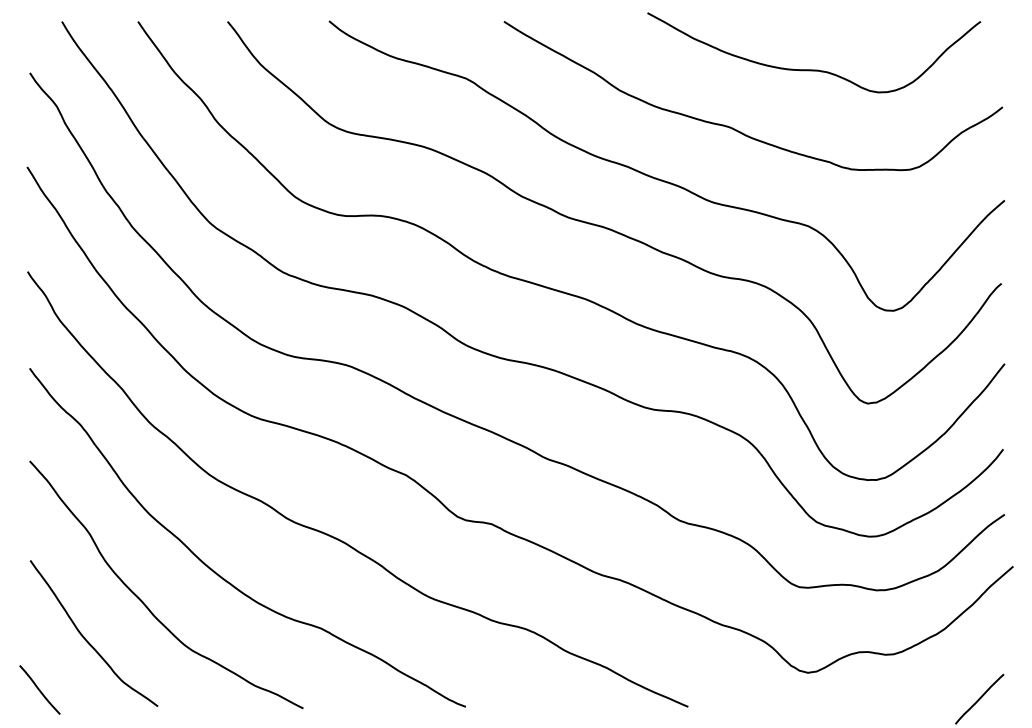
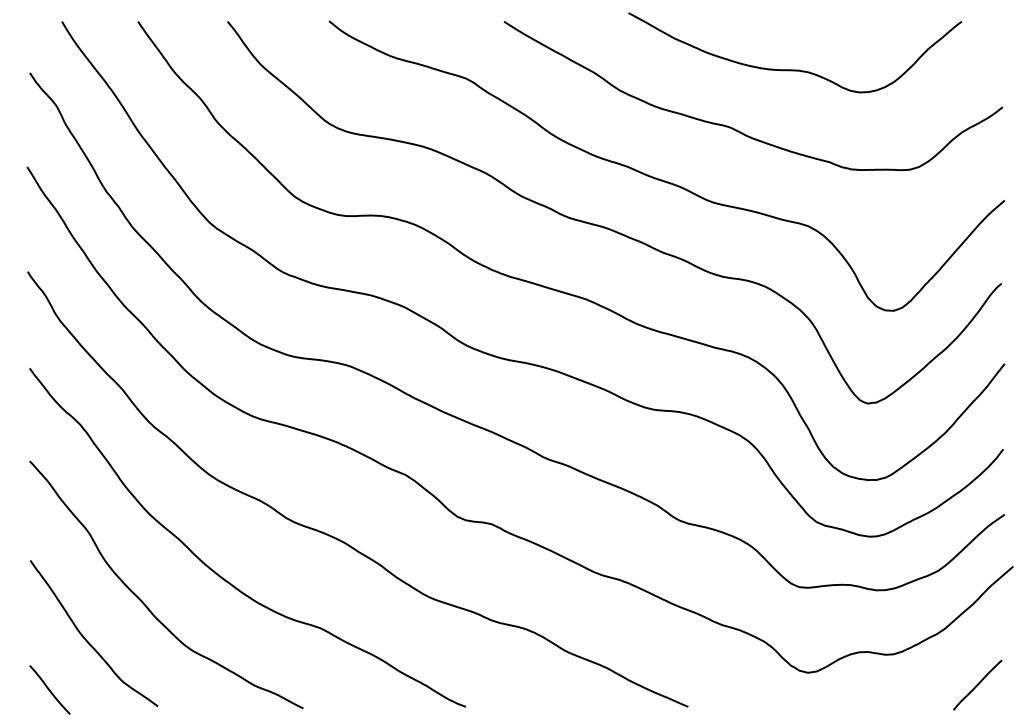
curve at (814, 69) position: (814, 69) -> (795, 69)
line at (39, 689) position: (39, 689) -> (49, 689)
line at (979, 698) position: (979, 698) -> (977, 684)
